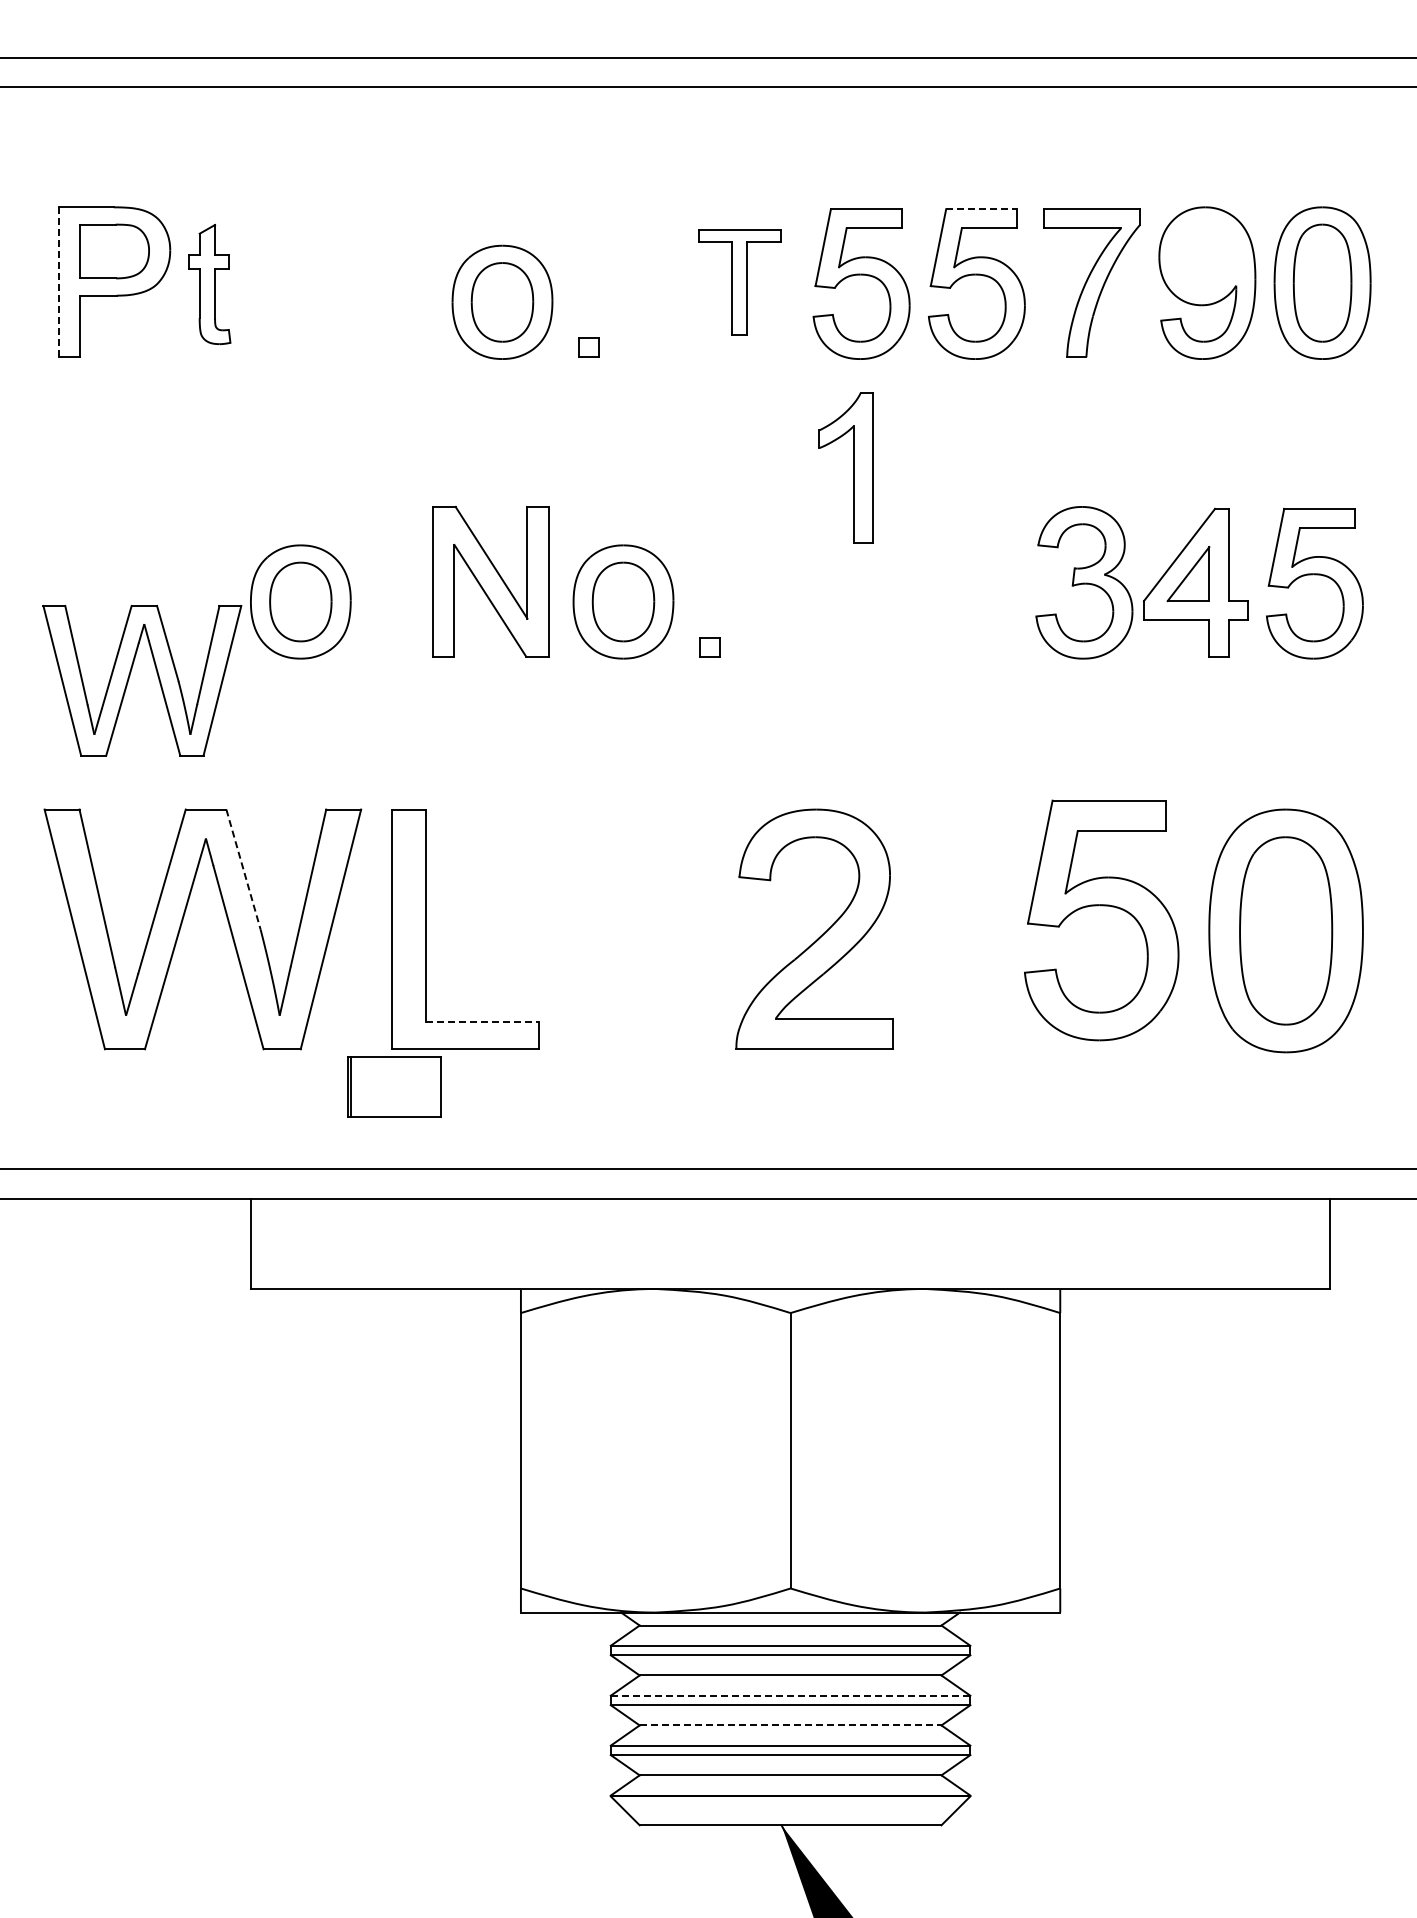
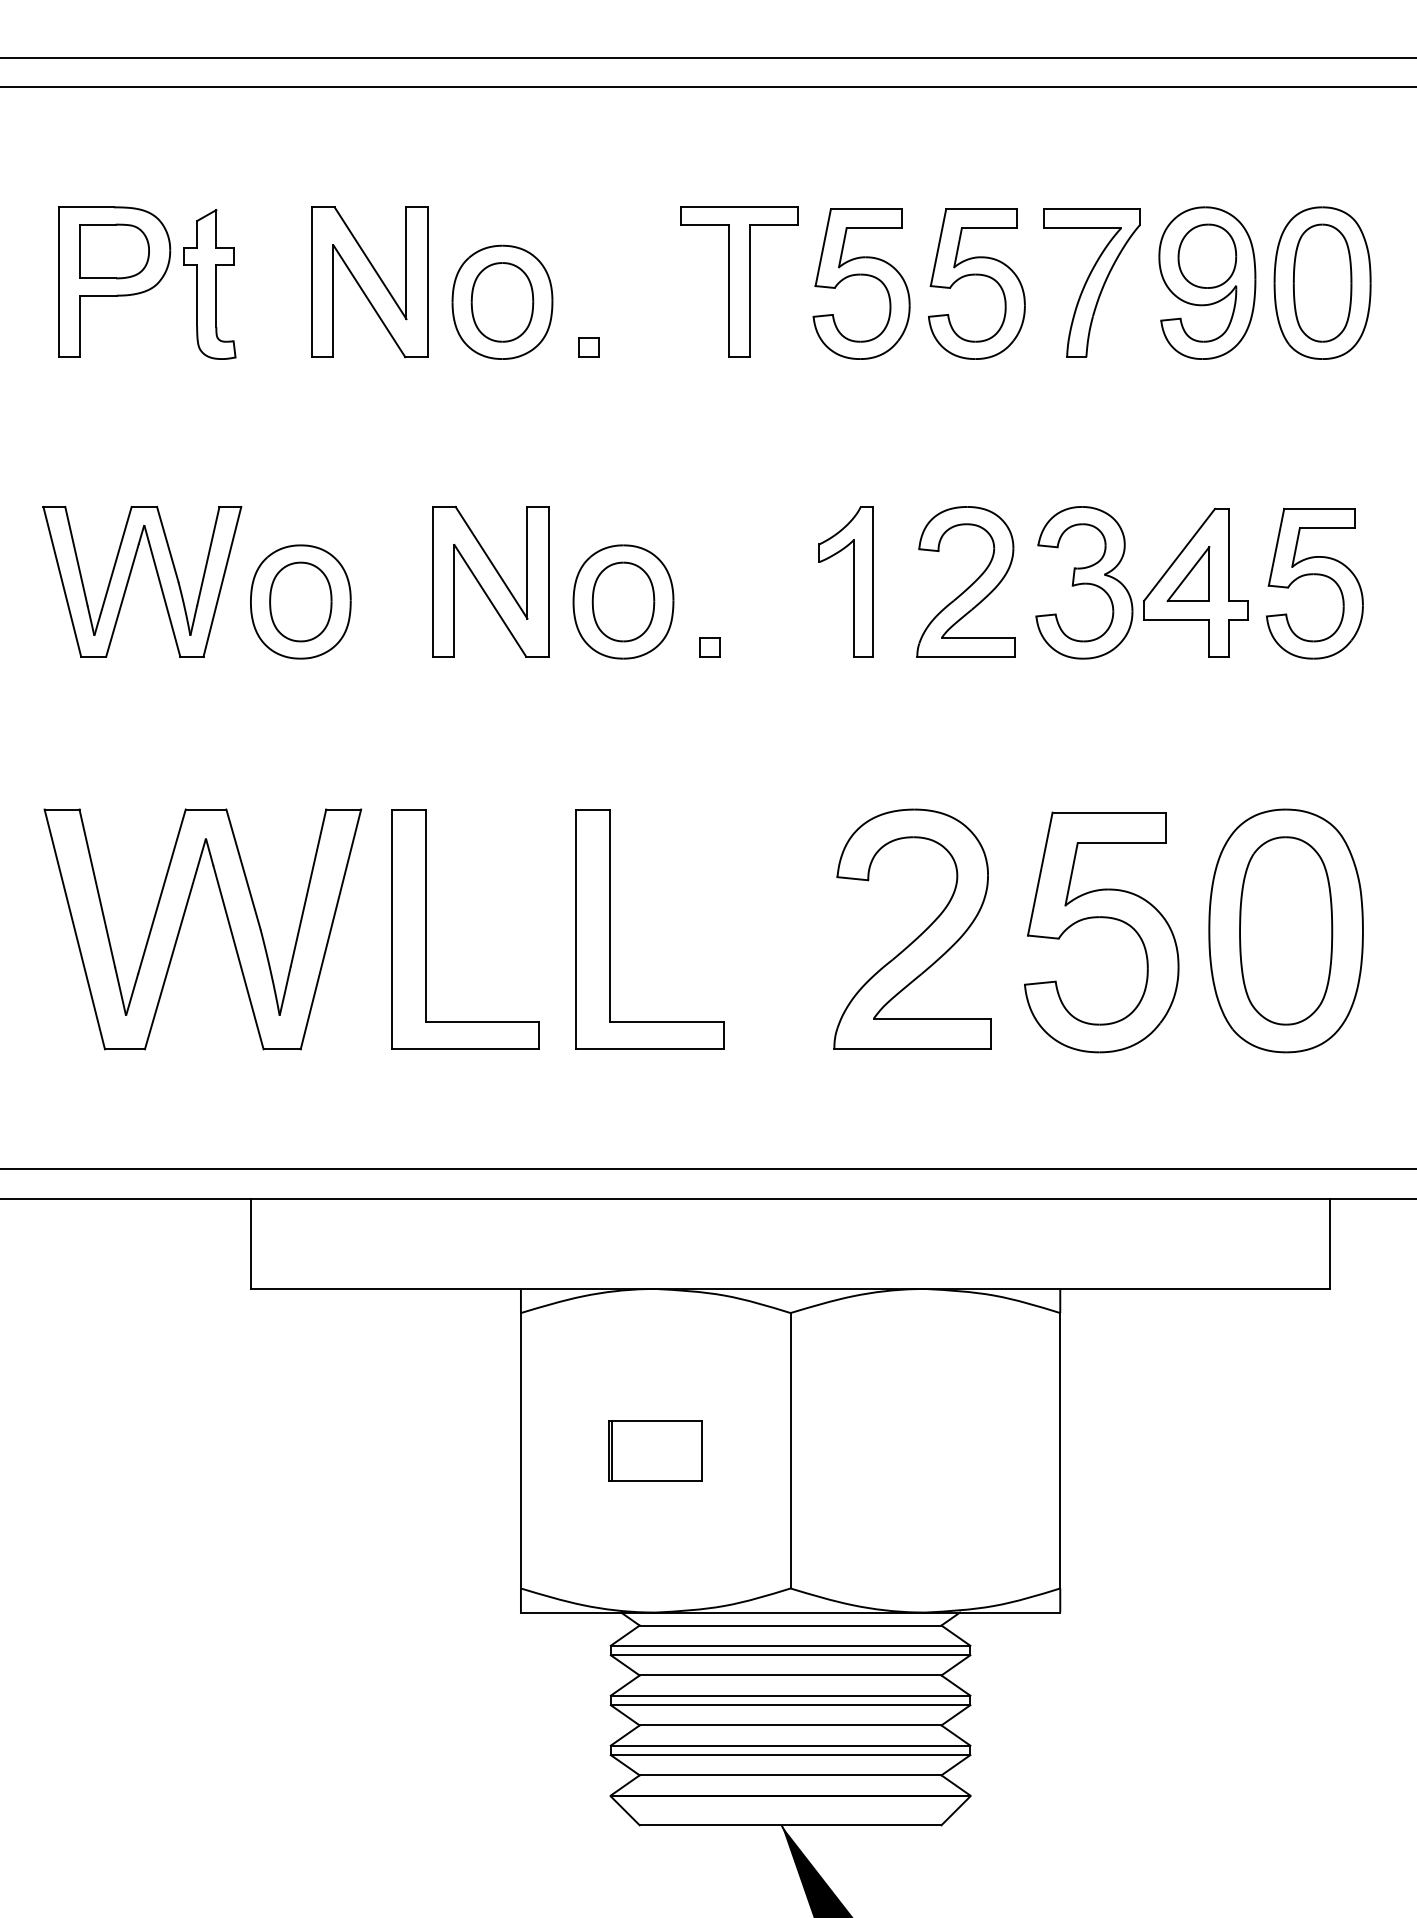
line at (981, 209): dashed -> solid
part at (1207, 255): none -> present
line at (58, 282): dashed -> solid
part at (369, 282): none -> present
part at (739, 282) size: 84x107 px -> 119x152 px
part at (209, 283) size: 44x122 px -> 54x151 px
part at (853, 467) position: (853, 467) -> (853, 581)
part at (965, 581): none -> present
part at (130, 676) position: (130, 676) -> (130, 577)
line at (243, 870): dashed -> solid
part at (1101, 906) position: (1101, 906) -> (1101, 918)
part at (610, 929): none -> present
part at (821, 934) position: (821, 934) -> (919, 934)
line at (482, 1021): dashed -> solid
part at (394, 1086) position: (394, 1086) -> (655, 1450)
line at (790, 1695): dashed -> solid
line at (790, 1725): dashed -> solid
